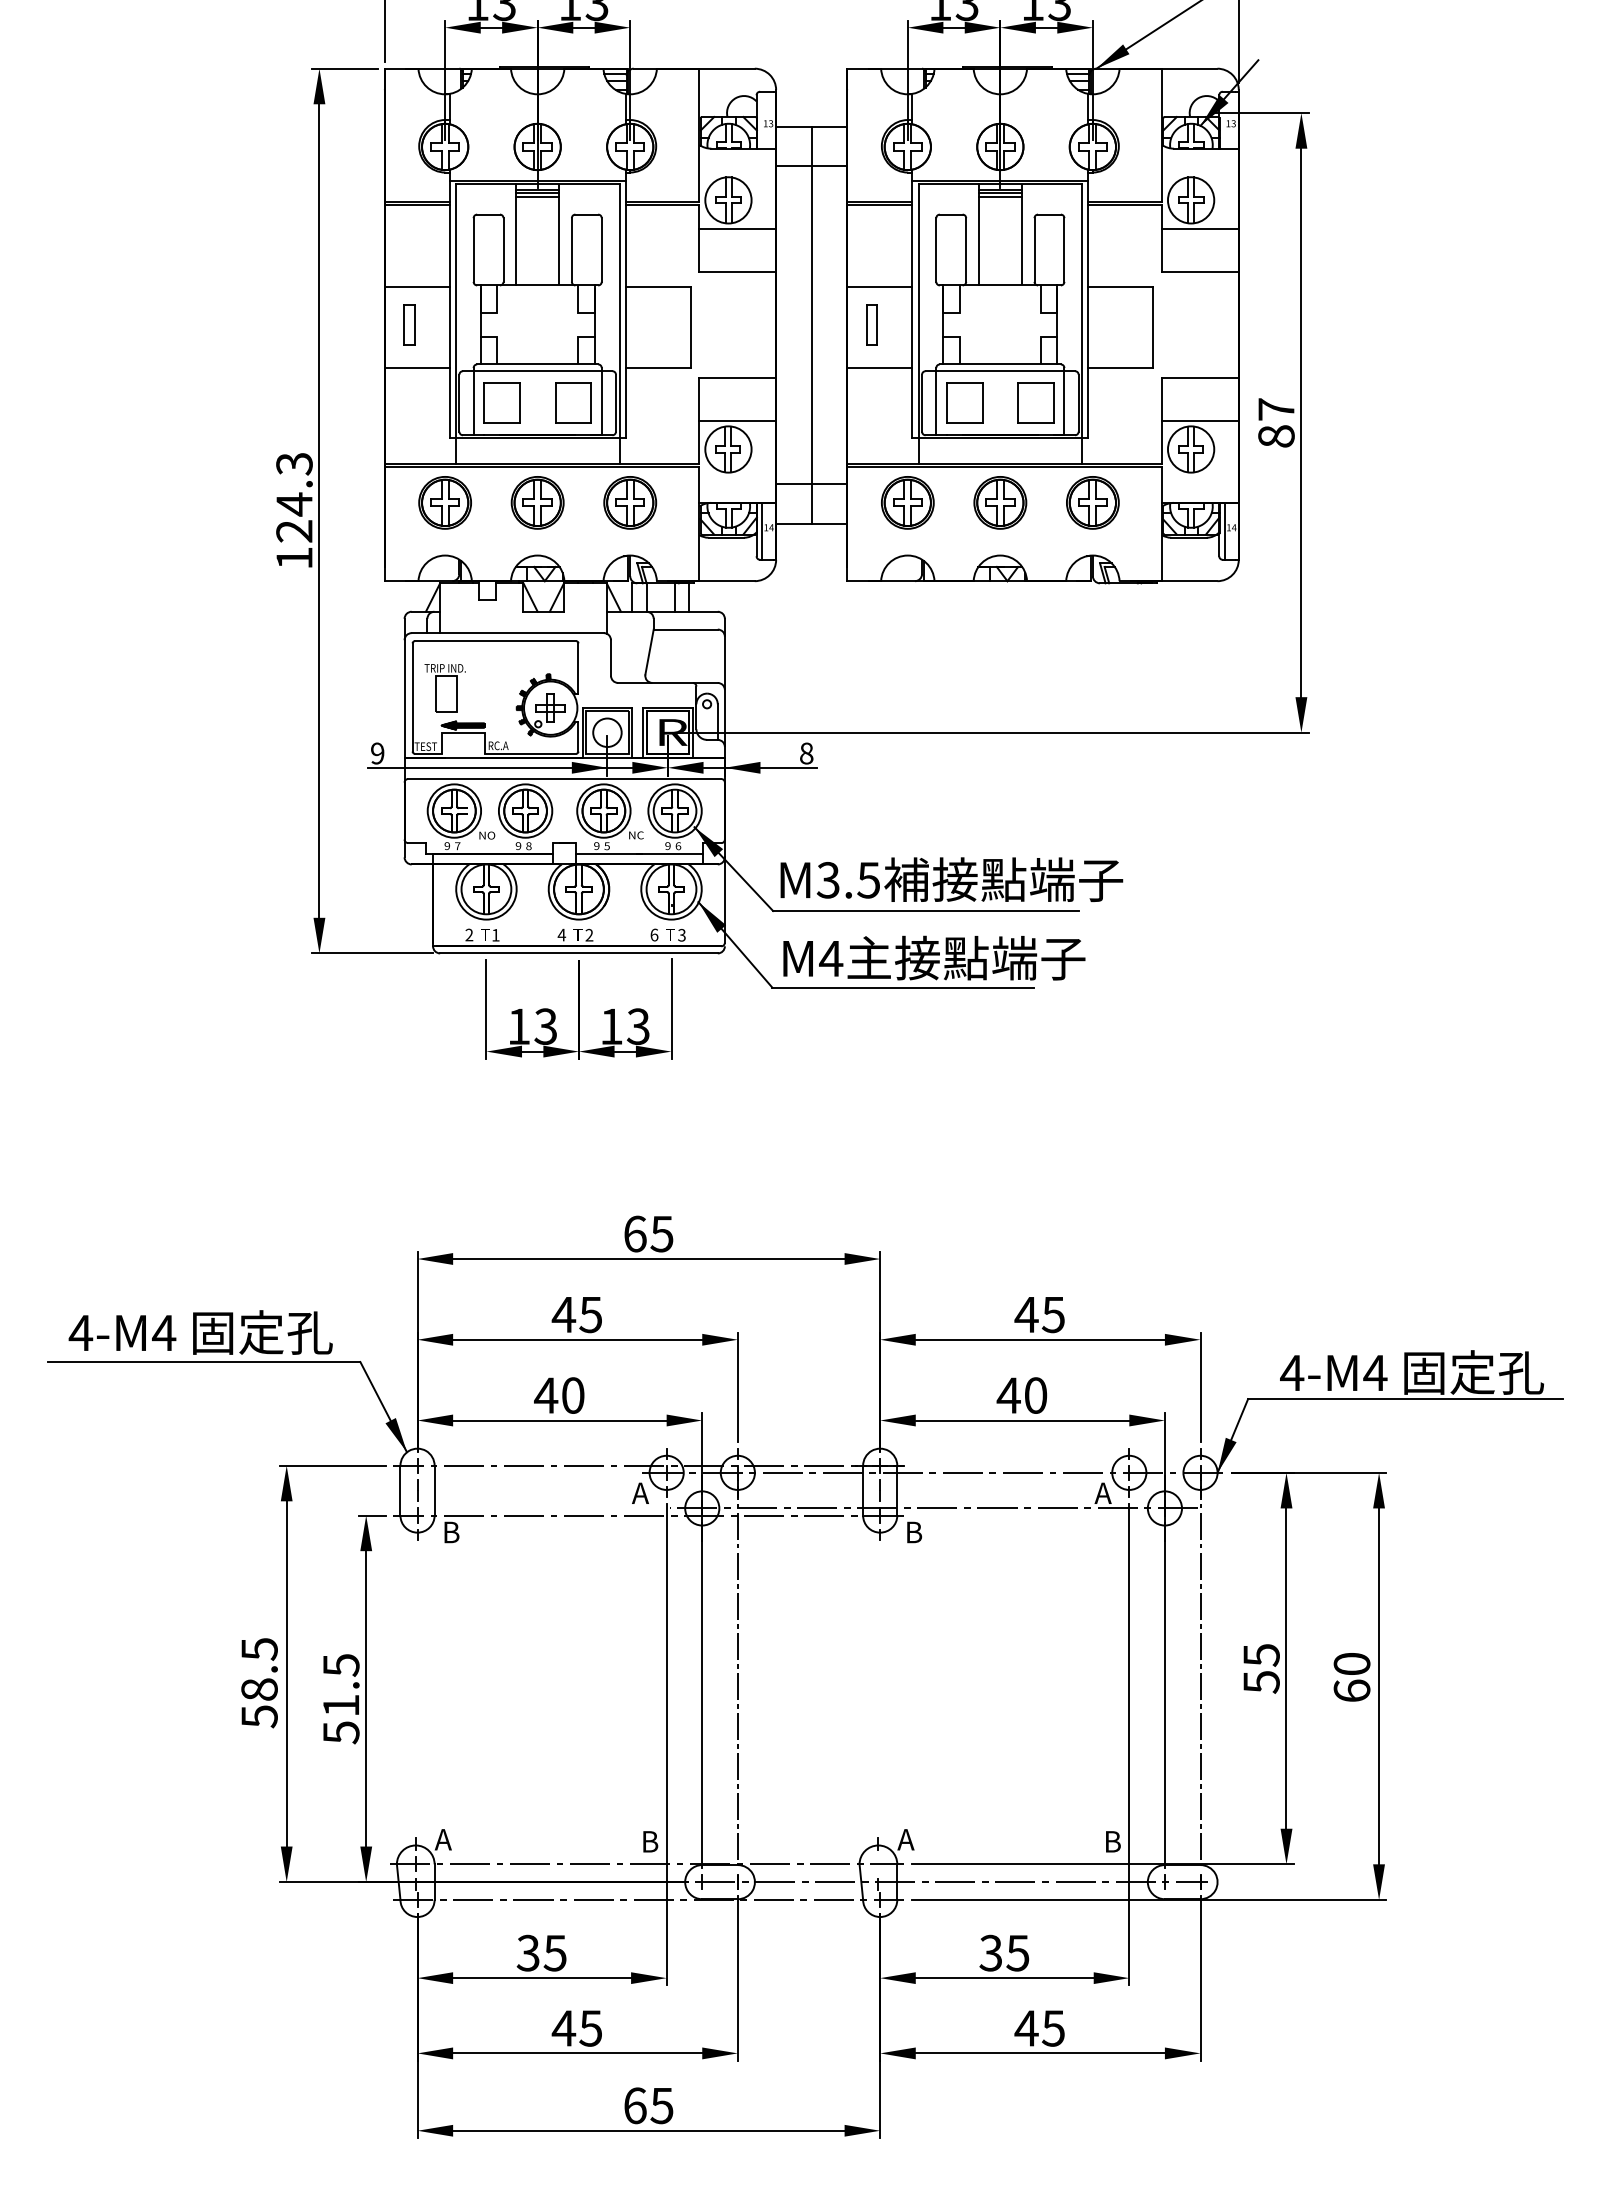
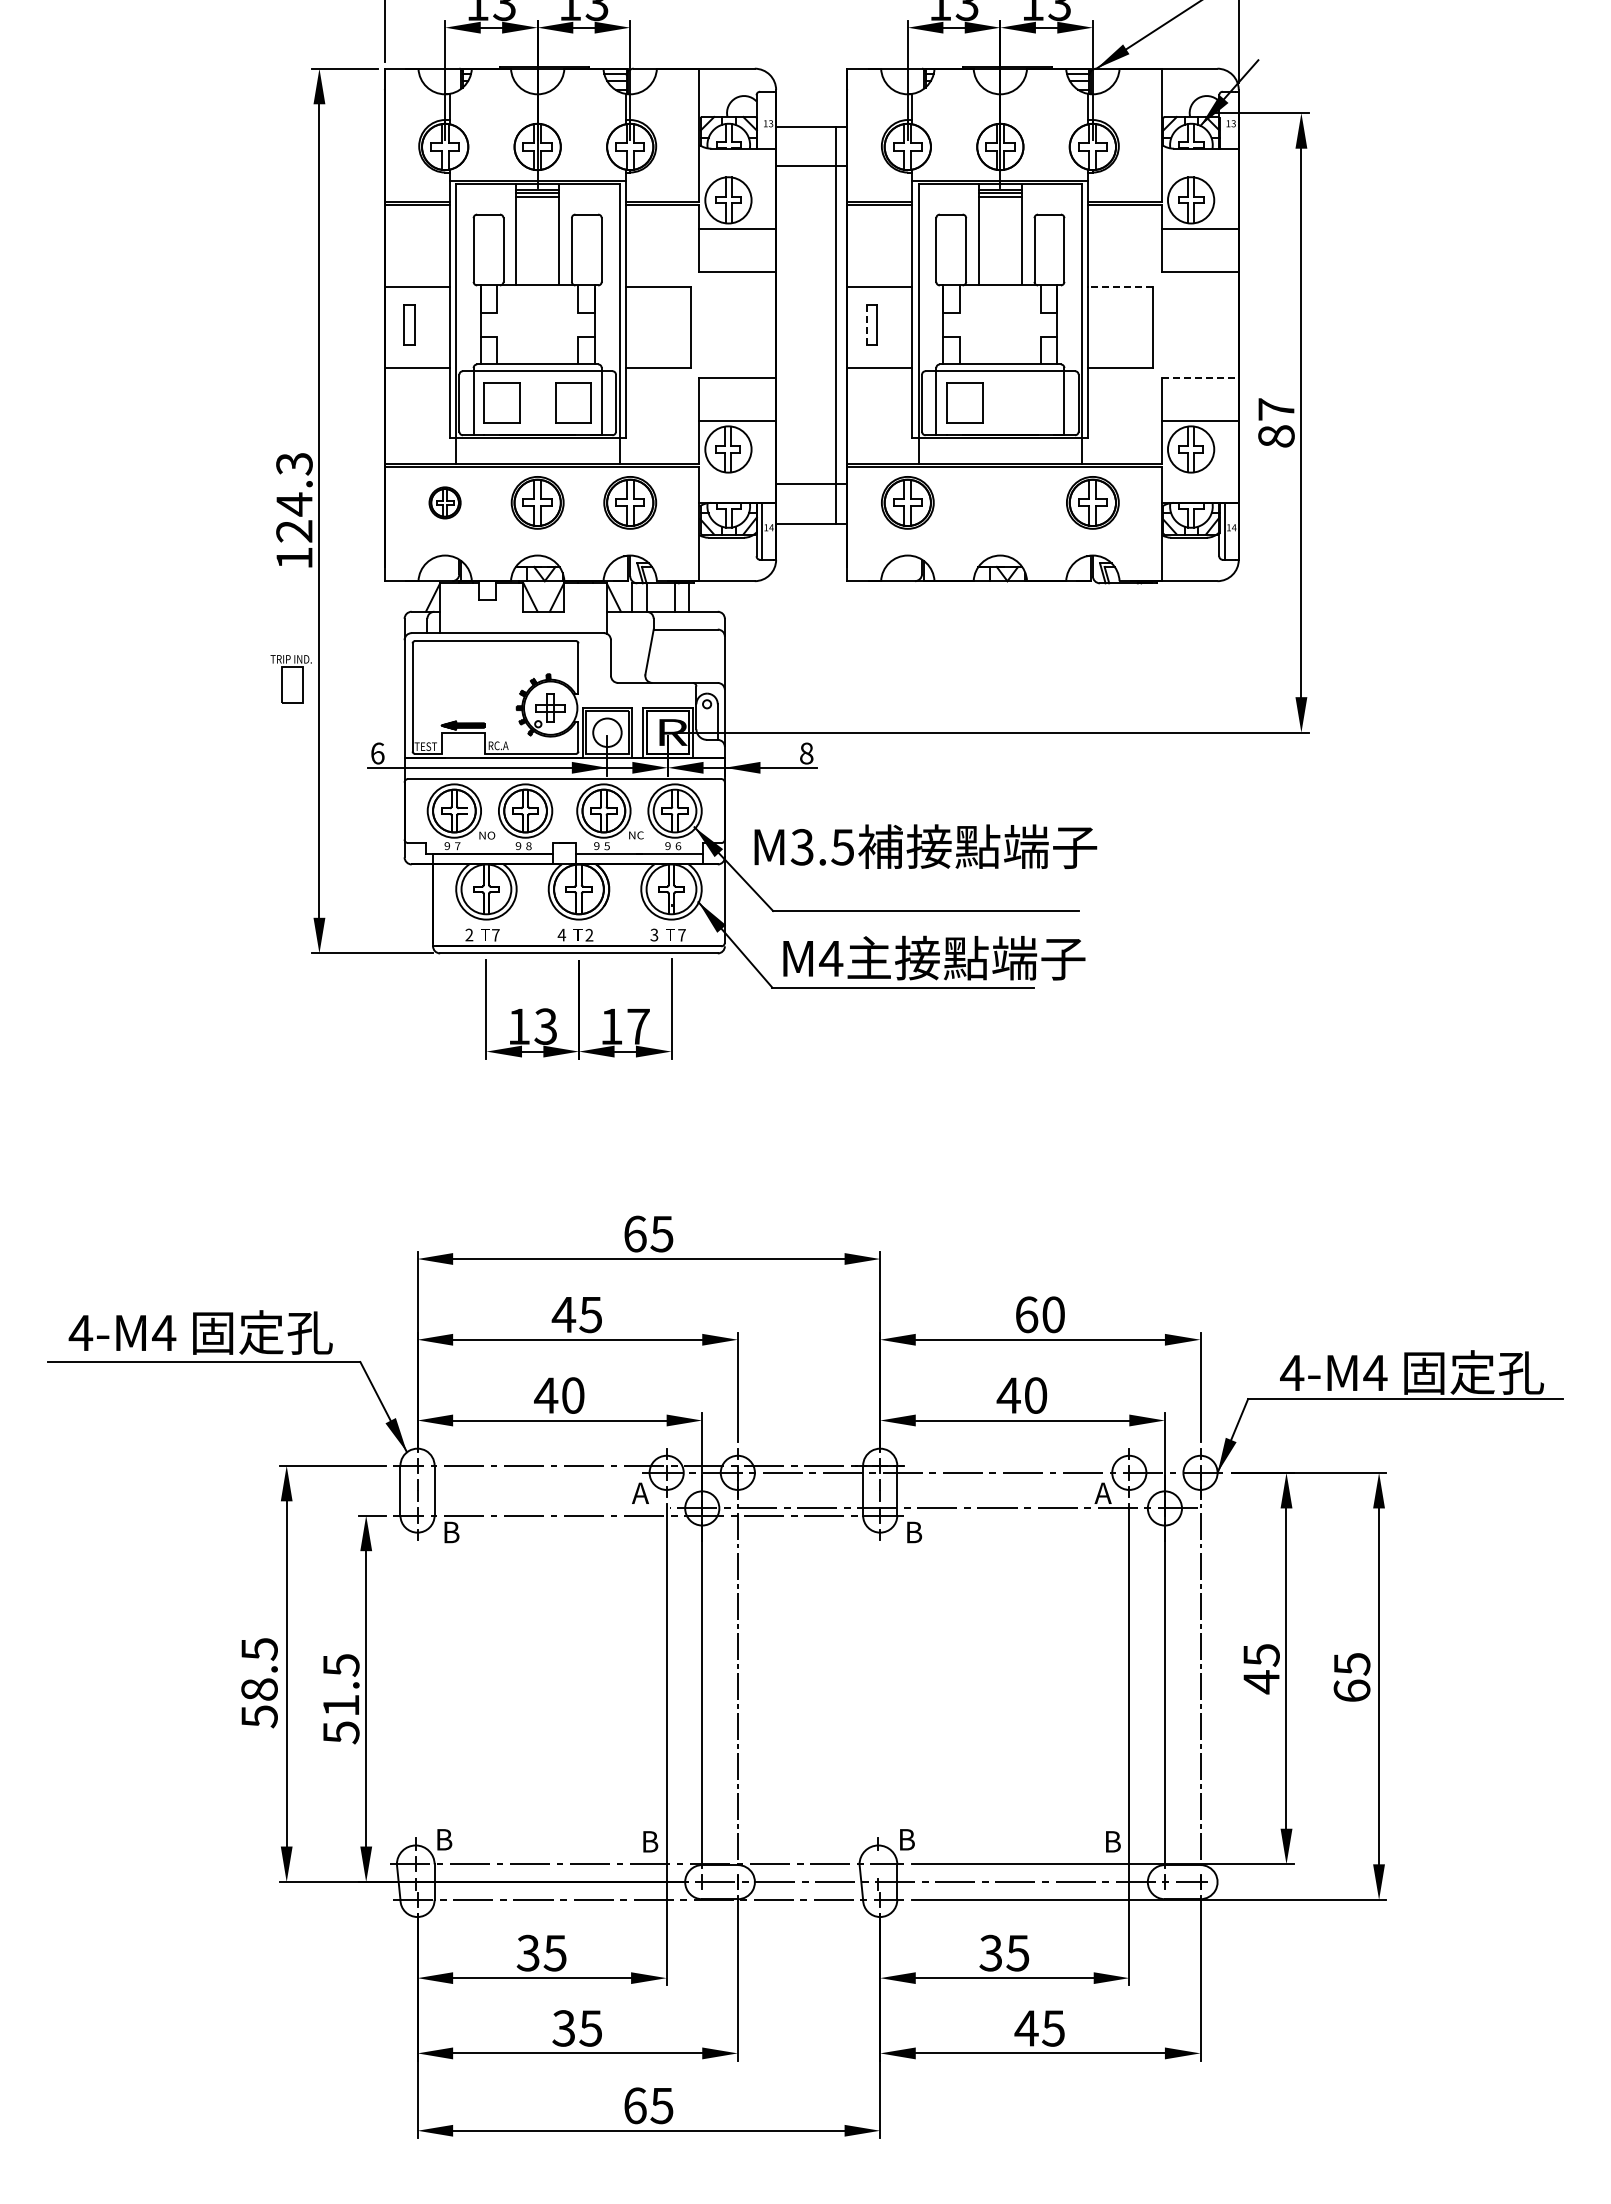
line at (1120, 286): solid -> dashed
line at (866, 324): solid -> dashed
line at (811, 325) position: (811, 325) -> (835, 325)
line at (1200, 378): solid -> dashed
part at (1035, 402): present -> none
part at (444, 502) size: 54x54 px -> 34x34 px
part at (1000, 502): present -> none
part at (444, 688) position: (444, 688) -> (290, 679)
text at (377, 753): 9 -> 6
text at (951, 879) position: (951, 879) -> (925, 846)
text at (654, 934): 6 -> 3
text at (681, 934): 3 -> 7
text at (495, 935): 1 -> 7
text at (637, 1026): 13 -> 17
text at (1039, 1314): 45 -> 60
text at (1351, 1664): 60 -> 65
text at (1261, 1682): 55 -> 45
text at (443, 1839): A -> B
text at (905, 1839): A -> B
text at (563, 2028): 45 -> 35
